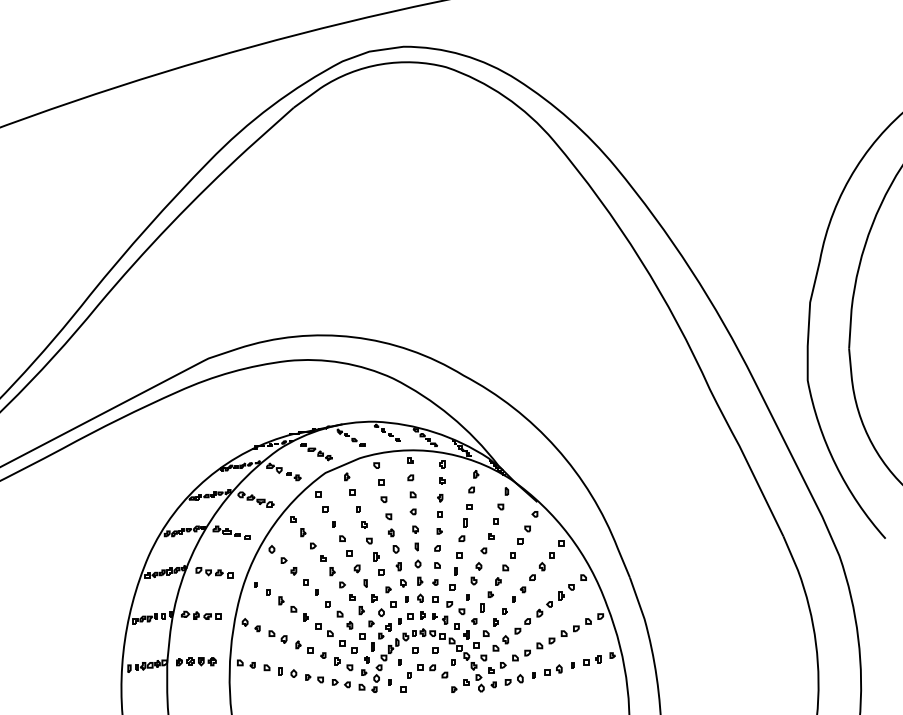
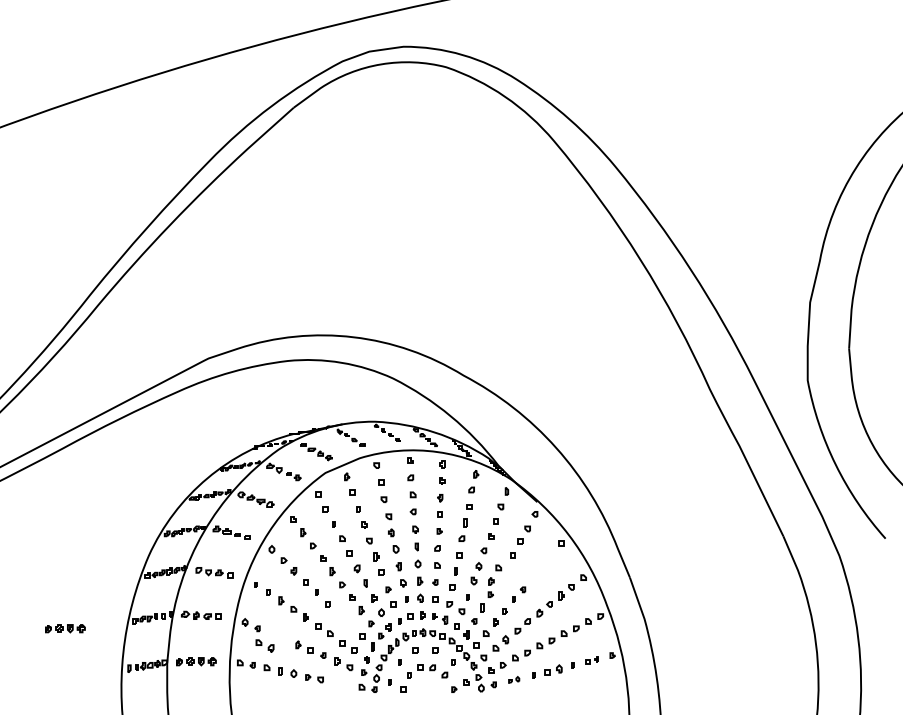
part at (541, 566): present -> none
part at (502, 574) position: (502, 574) -> (495, 574)
part at (344, 619): present -> none
part at (65, 628): none -> present
part at (277, 636) position: (277, 636) -> (264, 645)
part at (592, 660) size: 19x11 px -> 14x9 px
part at (513, 679) size: 20x12 px -> 13x8 px
part at (341, 683): present -> none
